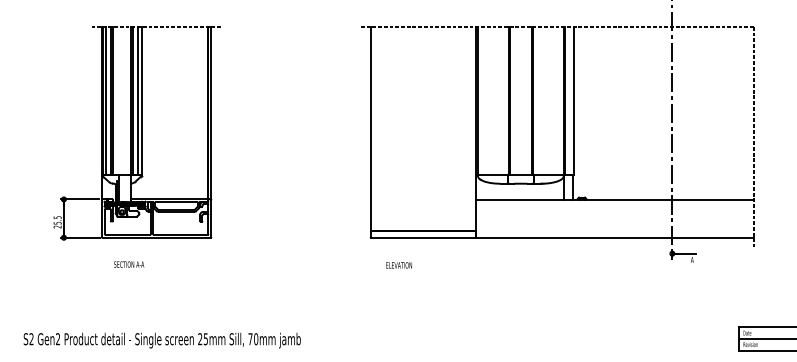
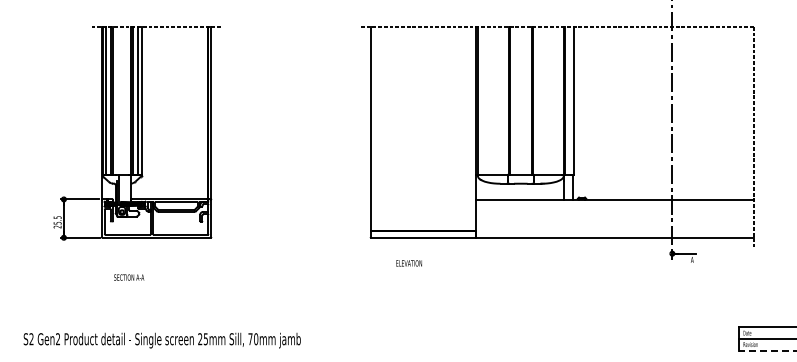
text at (129, 264) position: (129, 264) -> (129, 277)
text at (398, 265) position: (398, 265) -> (408, 263)
line at (767, 351): solid -> dashed
